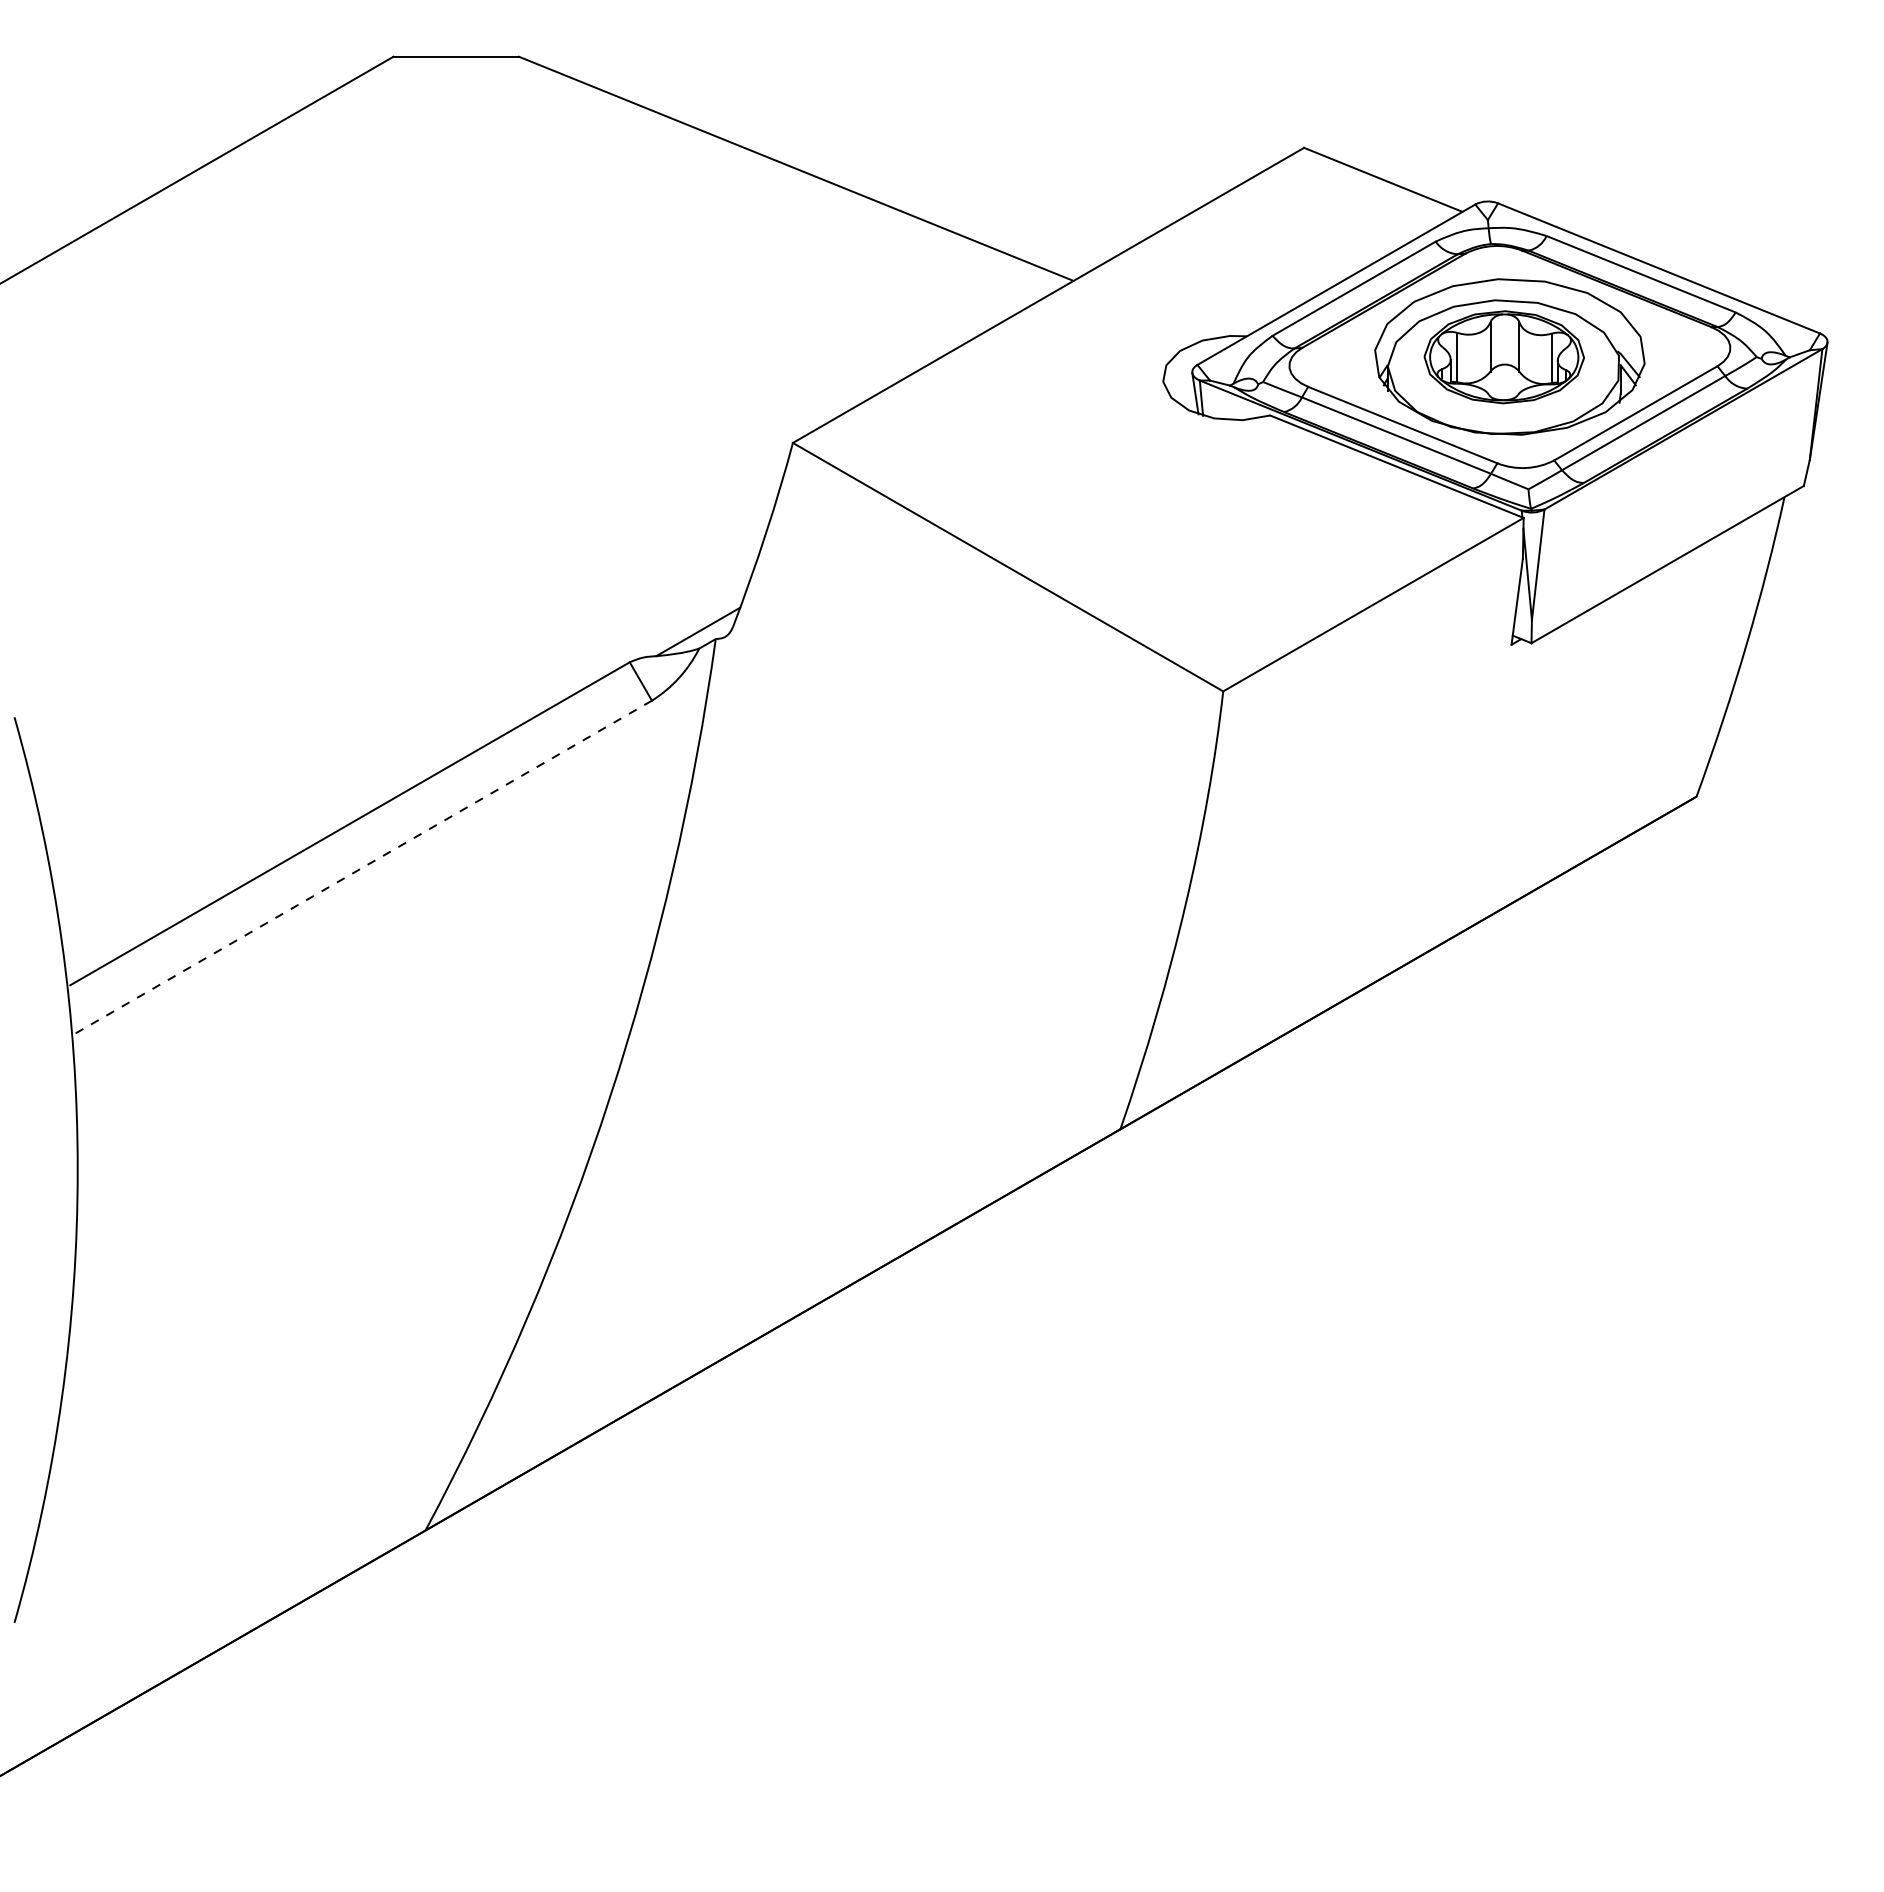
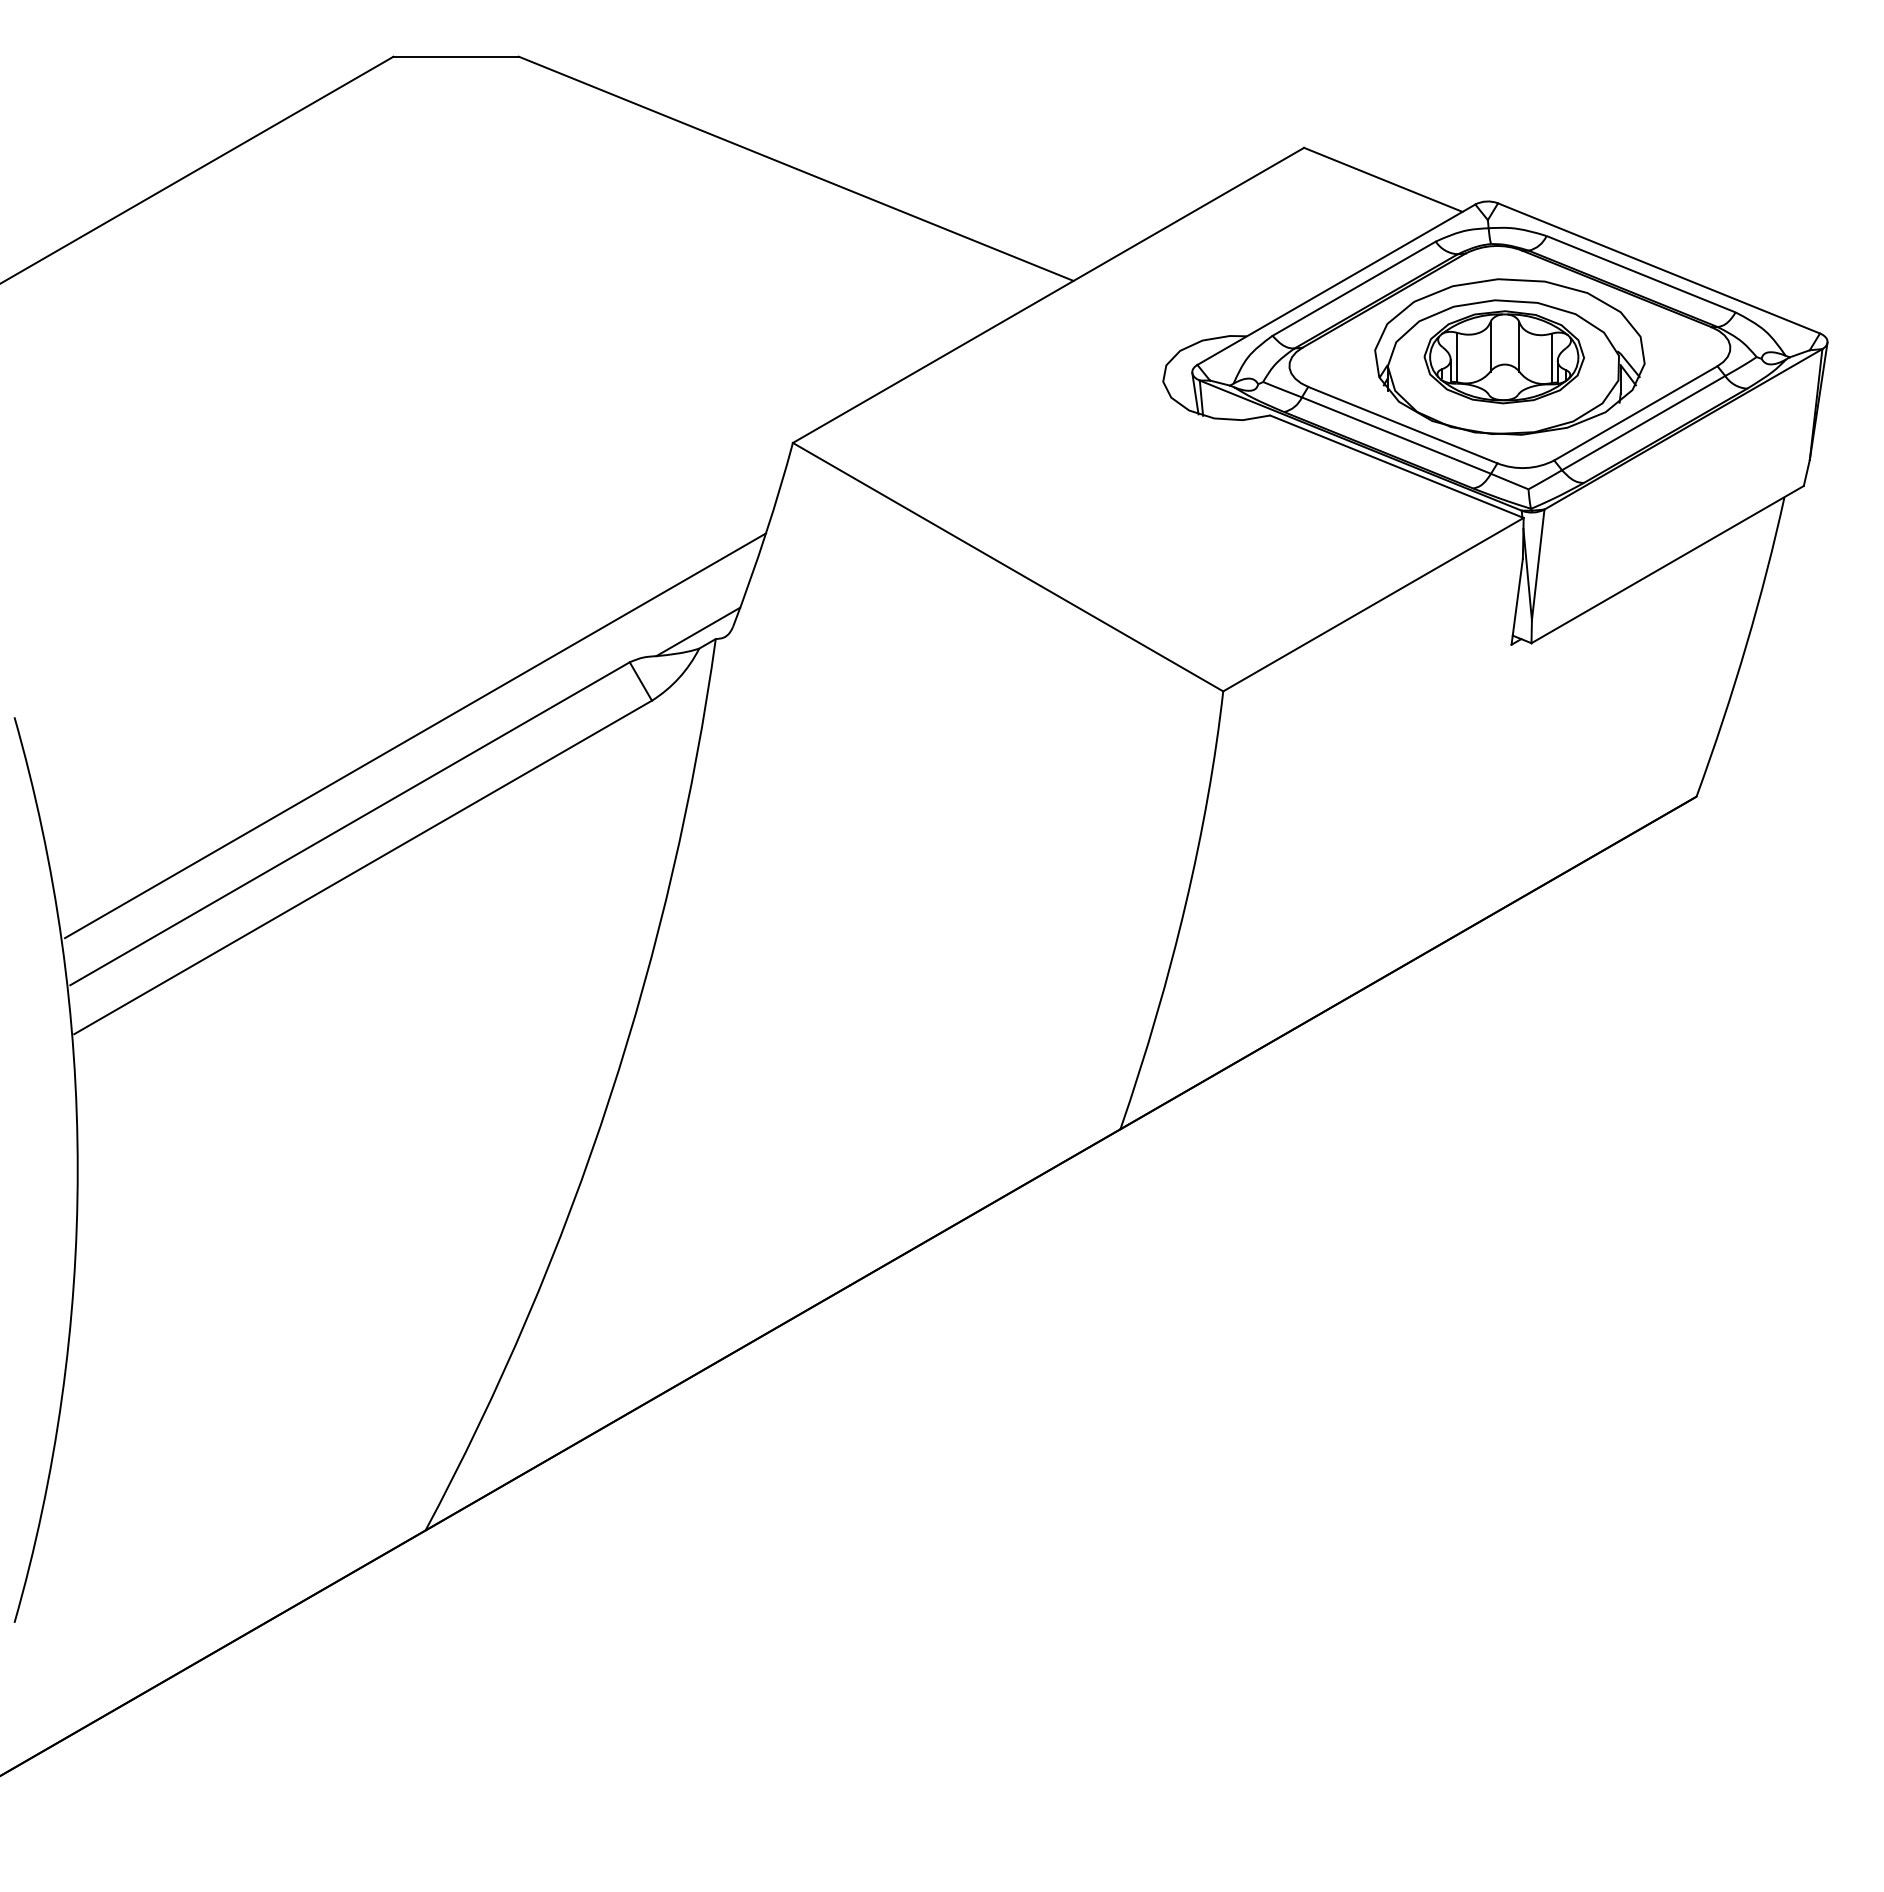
line at (415, 735): none -> present
line at (363, 867): dashed -> solid
